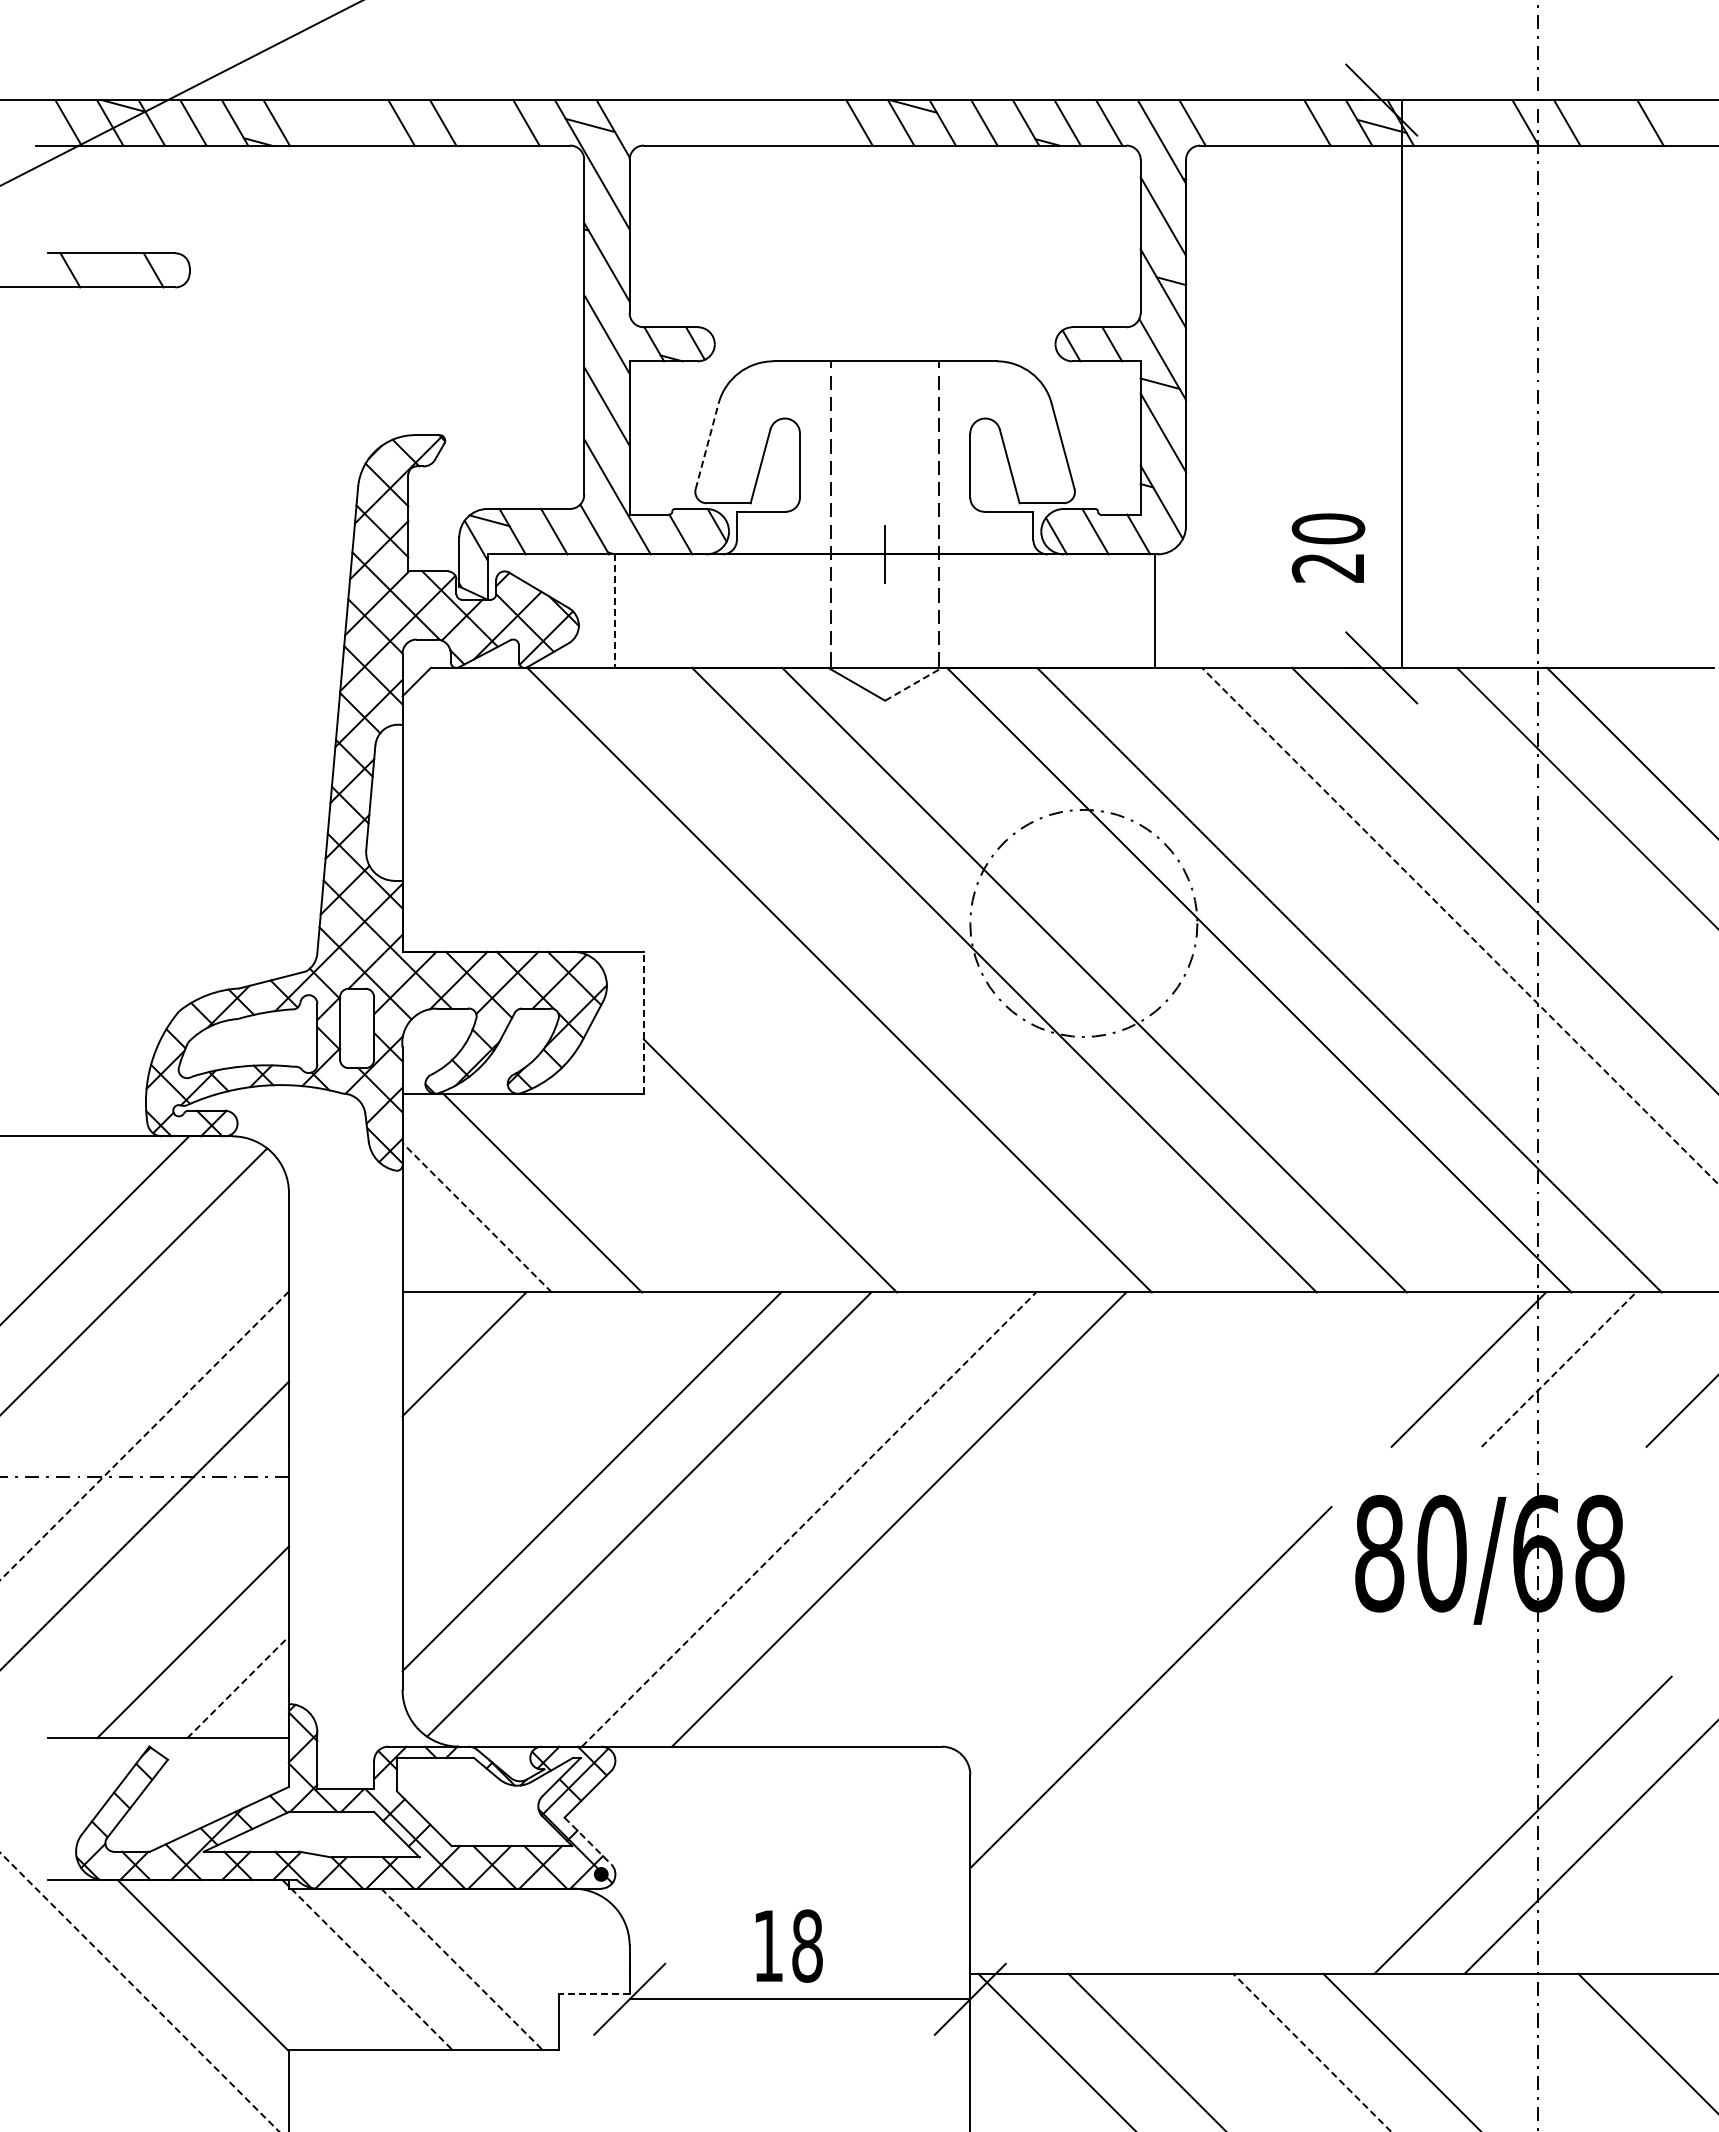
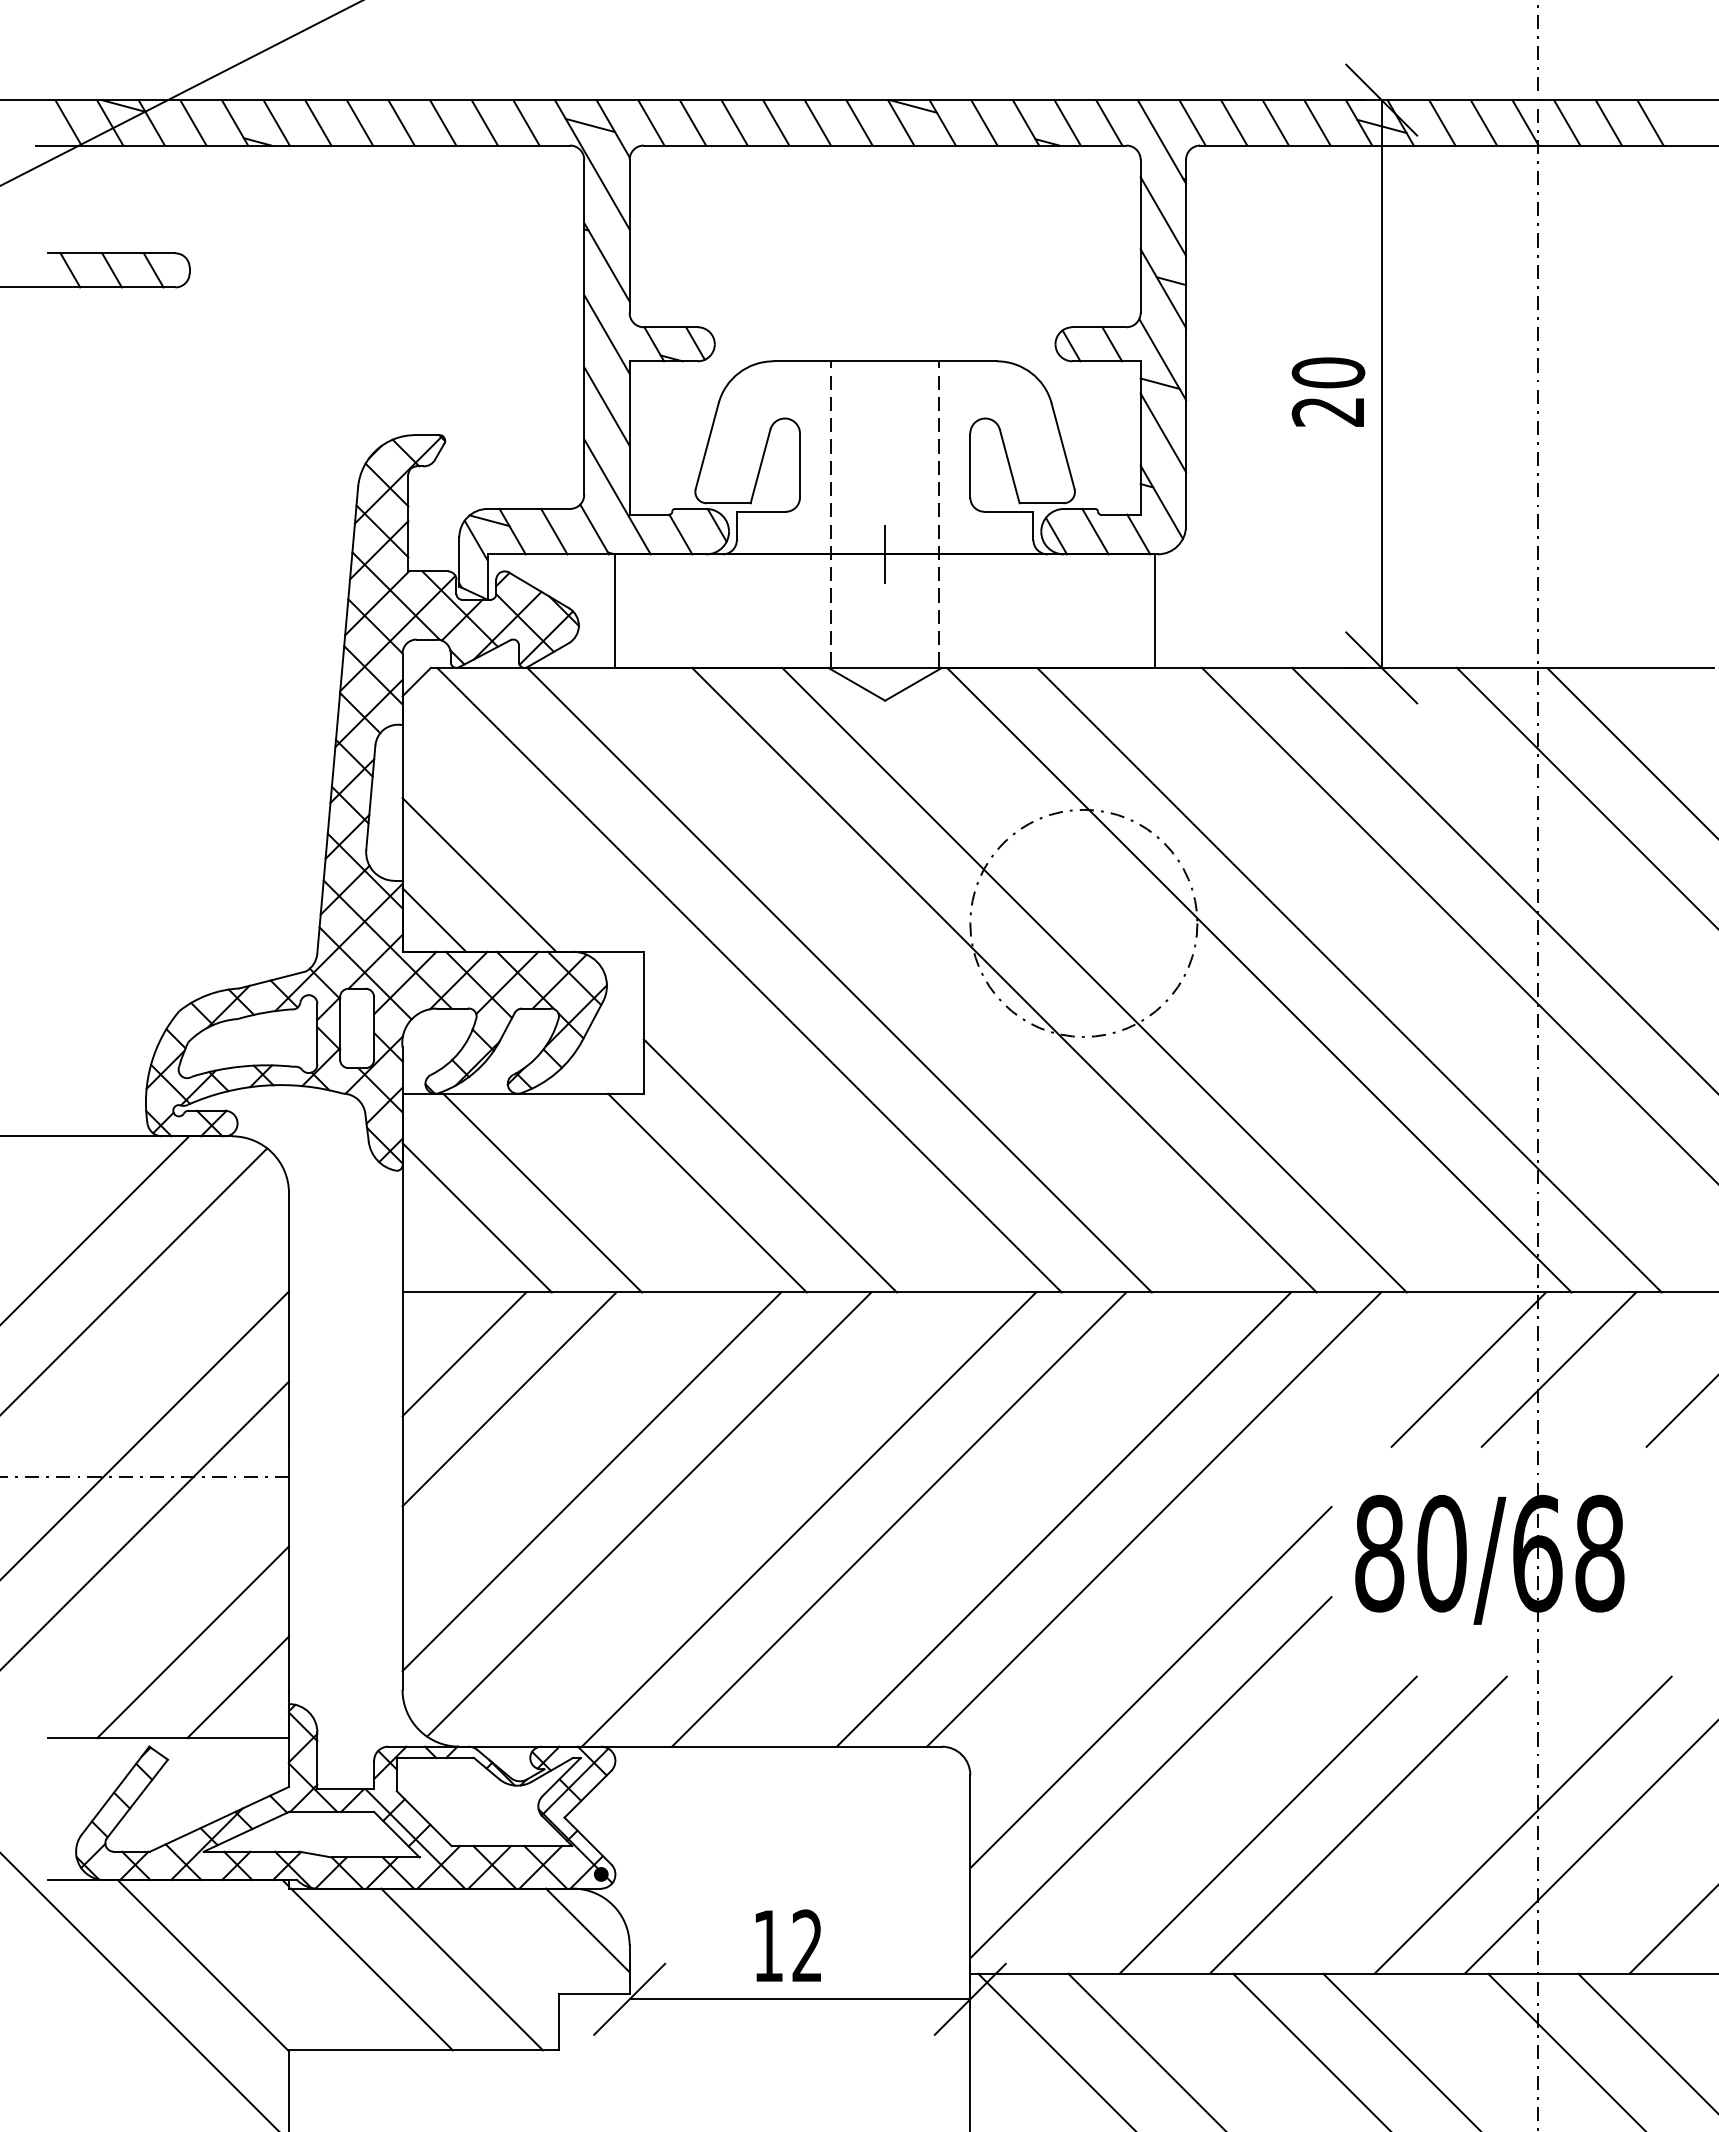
line at (318, 122): none -> present
line at (359, 122): none -> present
line at (484, 122): none -> present
line at (651, 122): none -> present
line at (692, 122): none -> present
line at (734, 122): none -> present
line at (776, 122): none -> present
line at (817, 122): none -> present
line at (1234, 122): none -> present
line at (1275, 122): none -> present
line at (1442, 122): none -> present
line at (1483, 122): none -> present
line at (1608, 122): none -> present
line at (111, 270): none -> present
line at (1401, 383) position: (1401, 383) -> (1381, 383)
line at (707, 445): dashed -> solid
text at (1328, 547) position: (1328, 547) -> (1328, 391)
line at (615, 611): dashed -> solid
line at (913, 684): dashed -> solid
line at (479, 874): none -> present
line at (434, 919): none -> present
line at (1459, 925): dashed -> solid
line at (749, 979): none -> present
line at (643, 1022): dashed -> solid
line at (707, 1192): none -> present
line at (477, 1217): dashed -> solid
line at (1559, 1369): dashed -> solid
line at (509, 1399): none -> present
line at (144, 1435): dashed -> solid
line at (809, 1519): dashed -> solid
line at (1063, 1519): none -> present
line at (1154, 1519): none -> present
line at (238, 1687): dashed -> solid
line at (1150, 1777): none -> present
line at (1267, 1824): none -> present
line at (1357, 1824): none -> present
line at (588, 1841): dashed -> solid
line at (587, 1930): none -> present
line at (1672, 1930): none -> present
text at (807, 1945): 18 -> 12
line at (372, 1969): dashed -> solid
line at (462, 1969): dashed -> solid
line at (139, 1992): dashed -> solid
line at (593, 1993): dashed -> solid
line at (1565, 2050): none -> present
line at (1311, 2052): dashed -> solid
